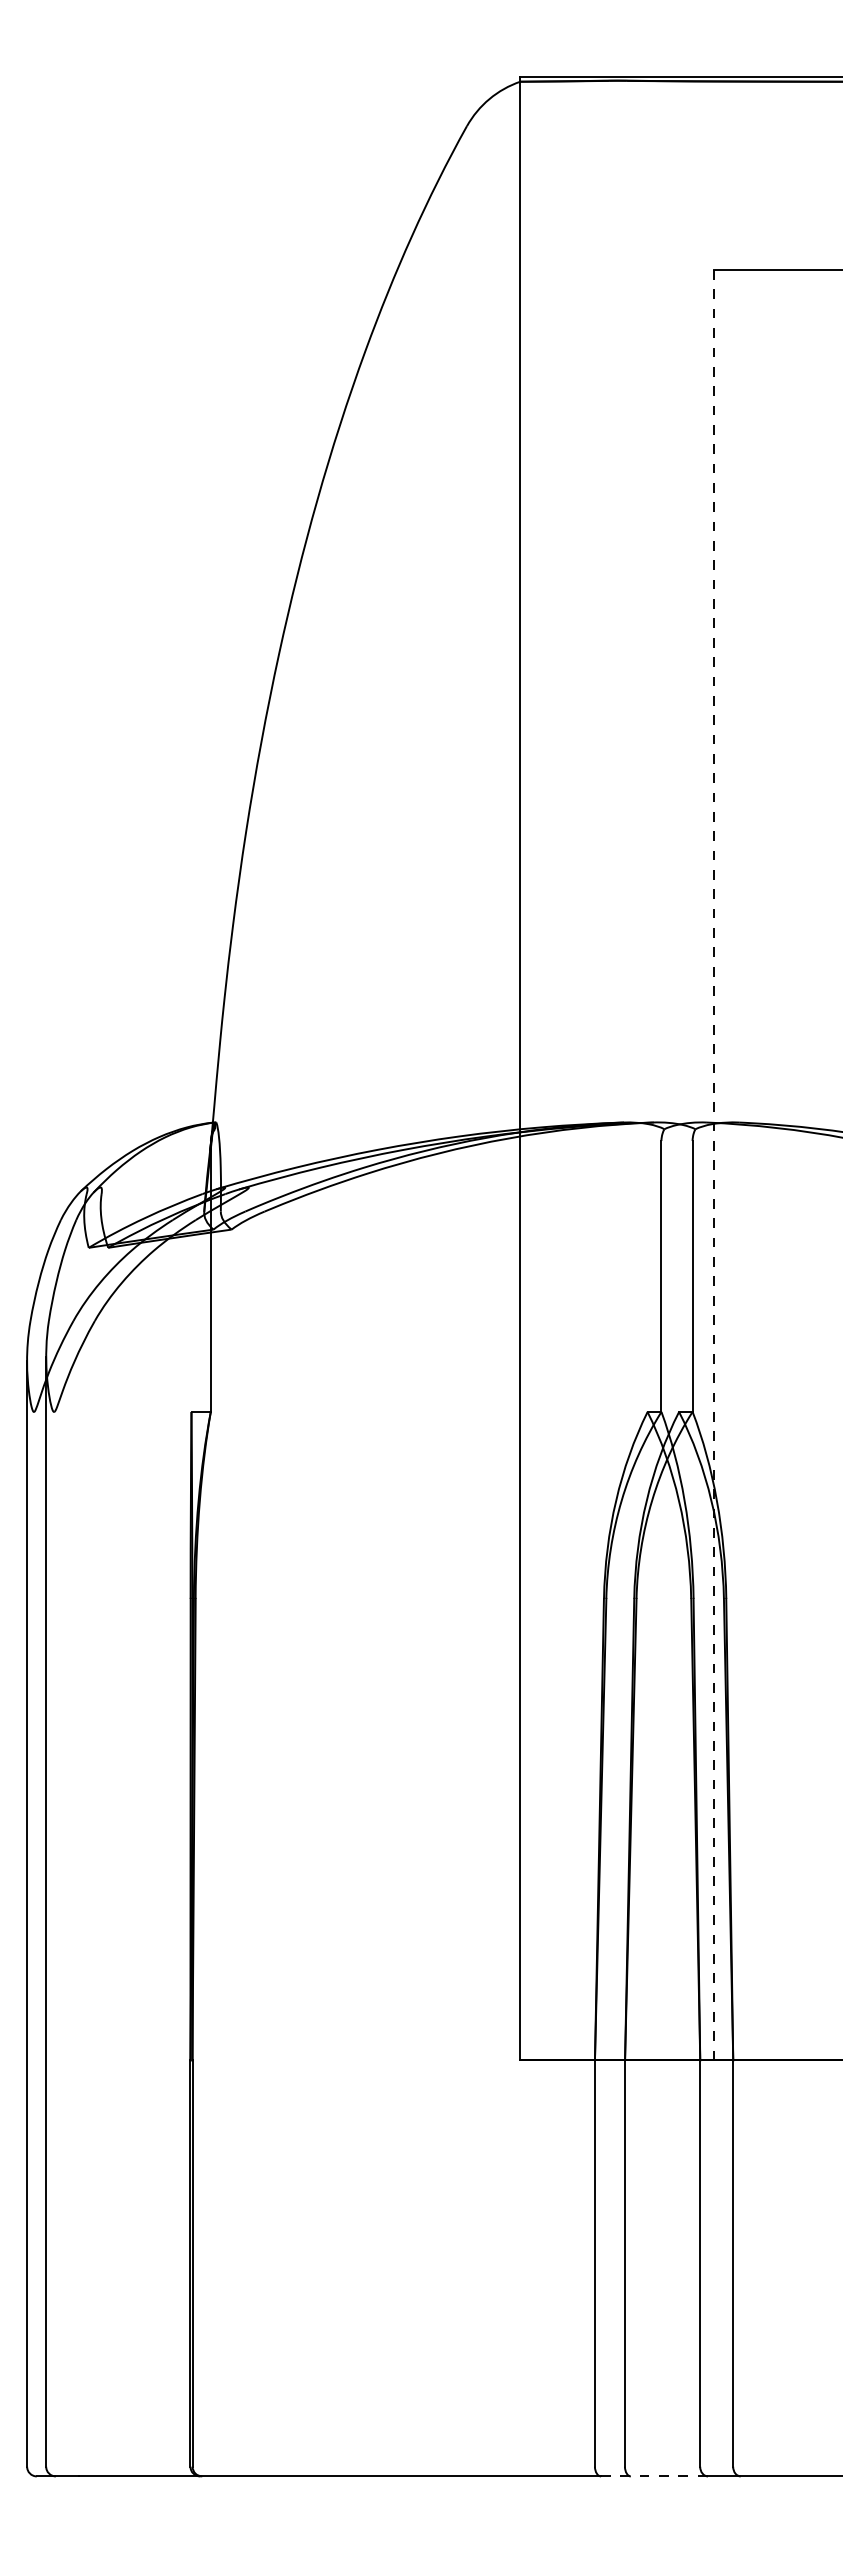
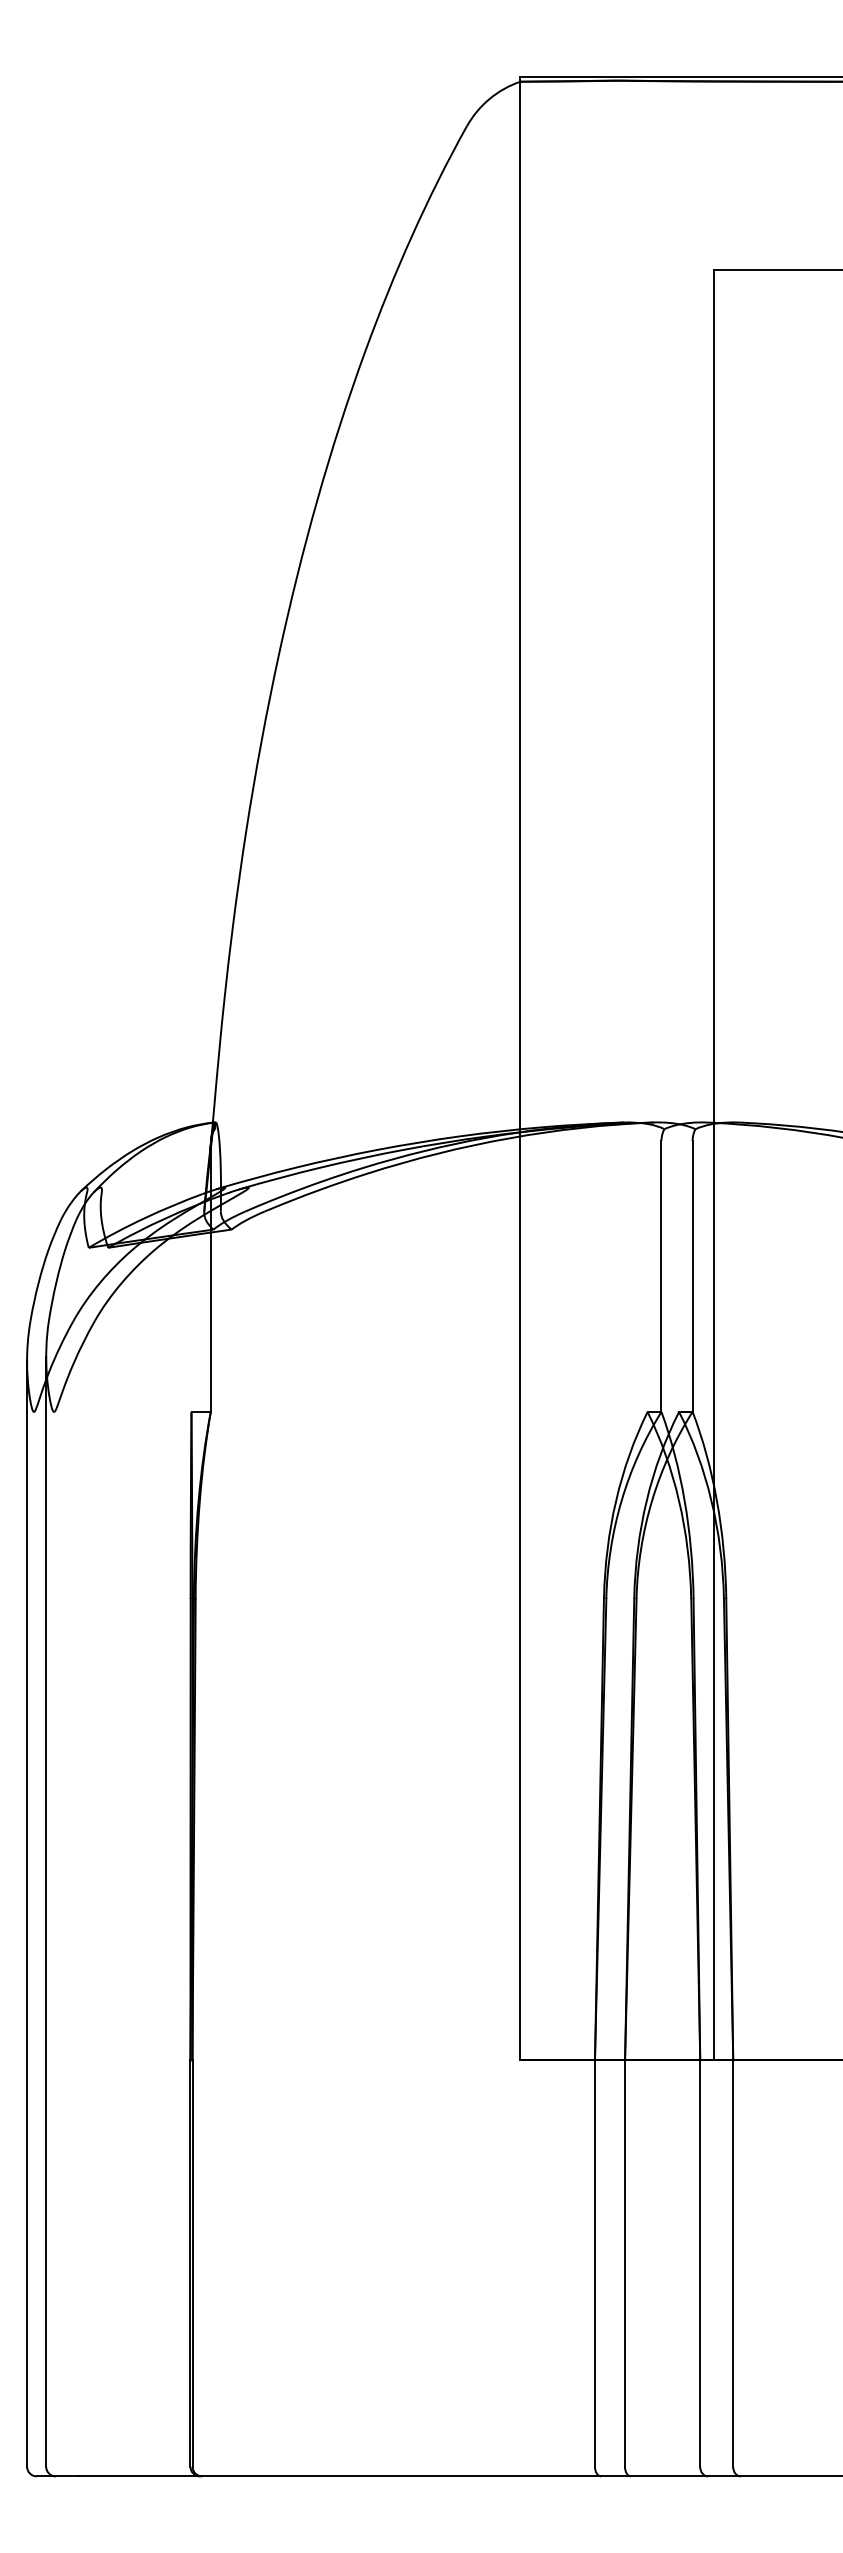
line at (713, 1164): dashed -> solid
line at (655, 2476): dashed -> solid
